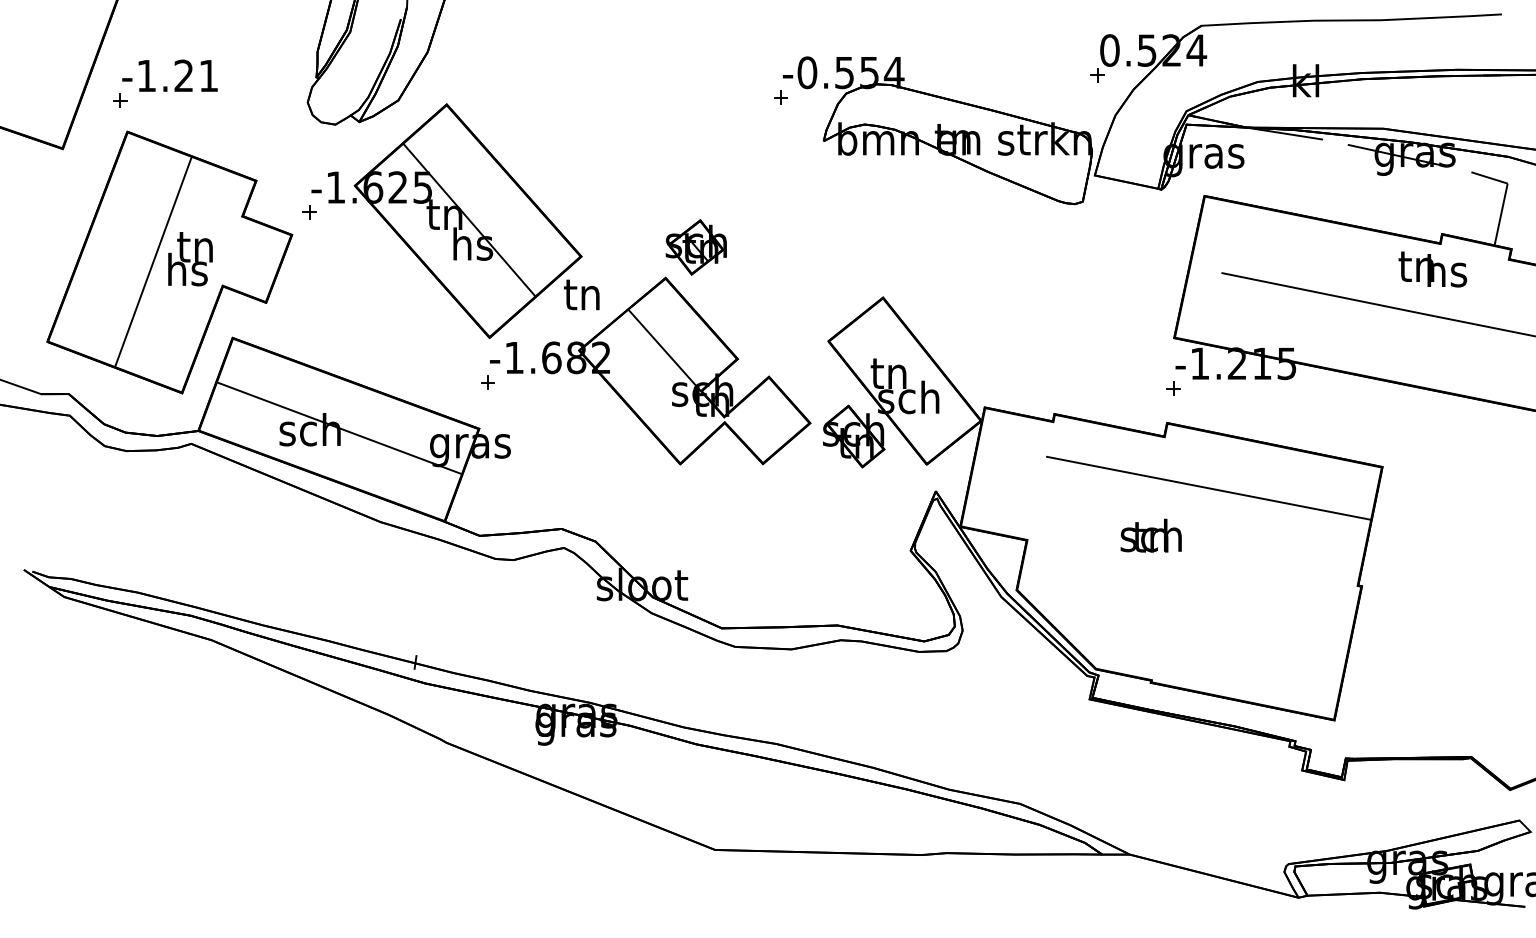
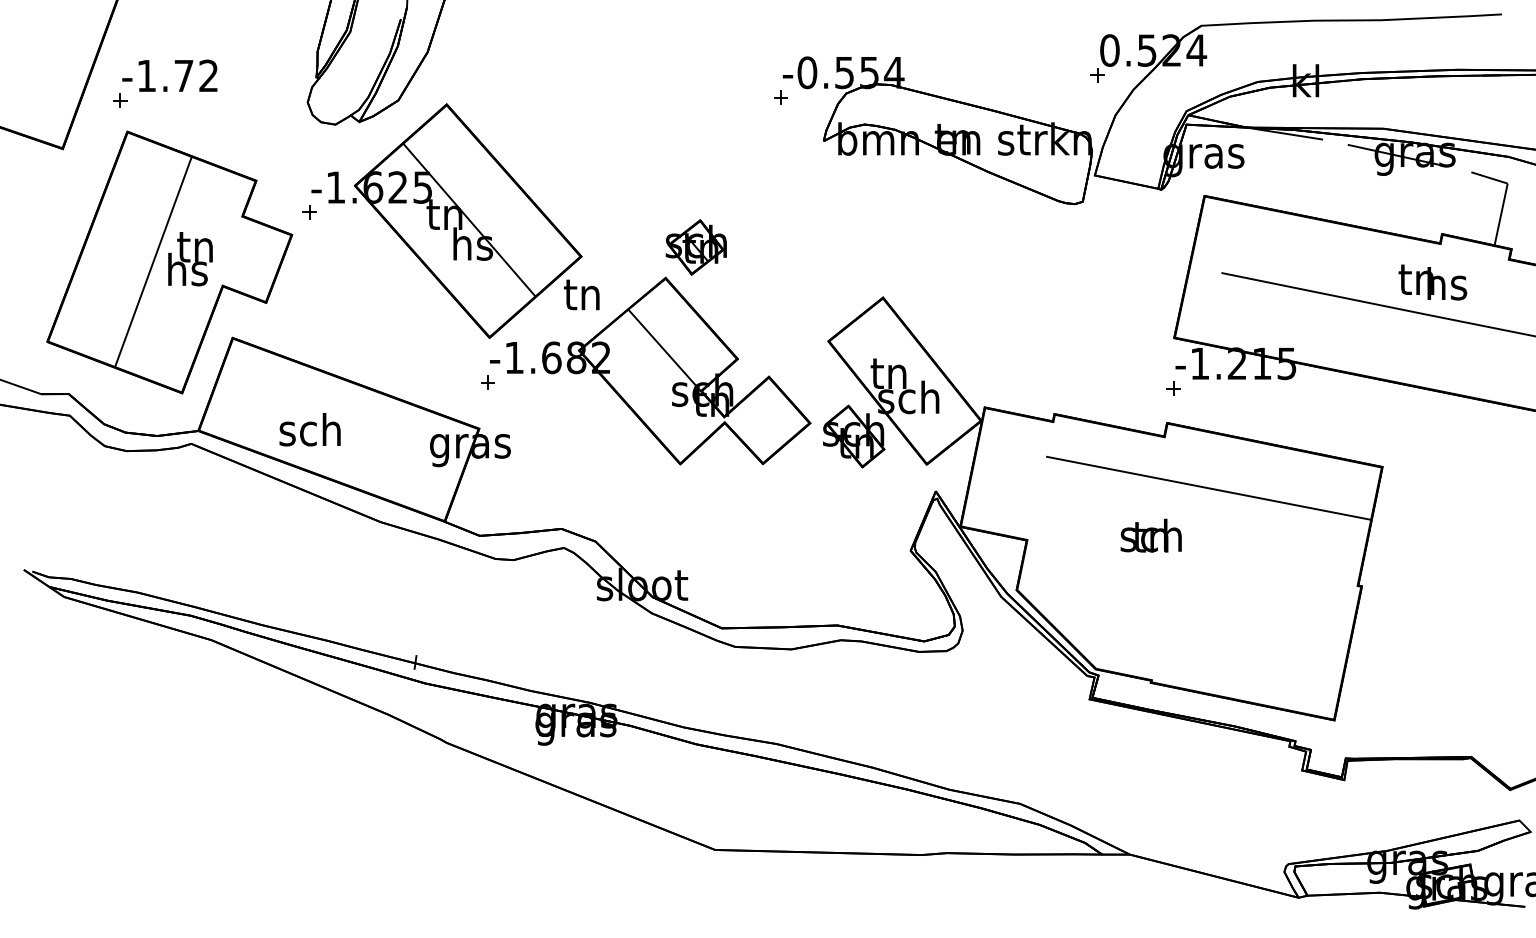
text at (195, 75): -1.21 -> -1.72
text at (1432, 269) position: (1432, 269) -> (1432, 282)
line at (339, 427): present -> none
